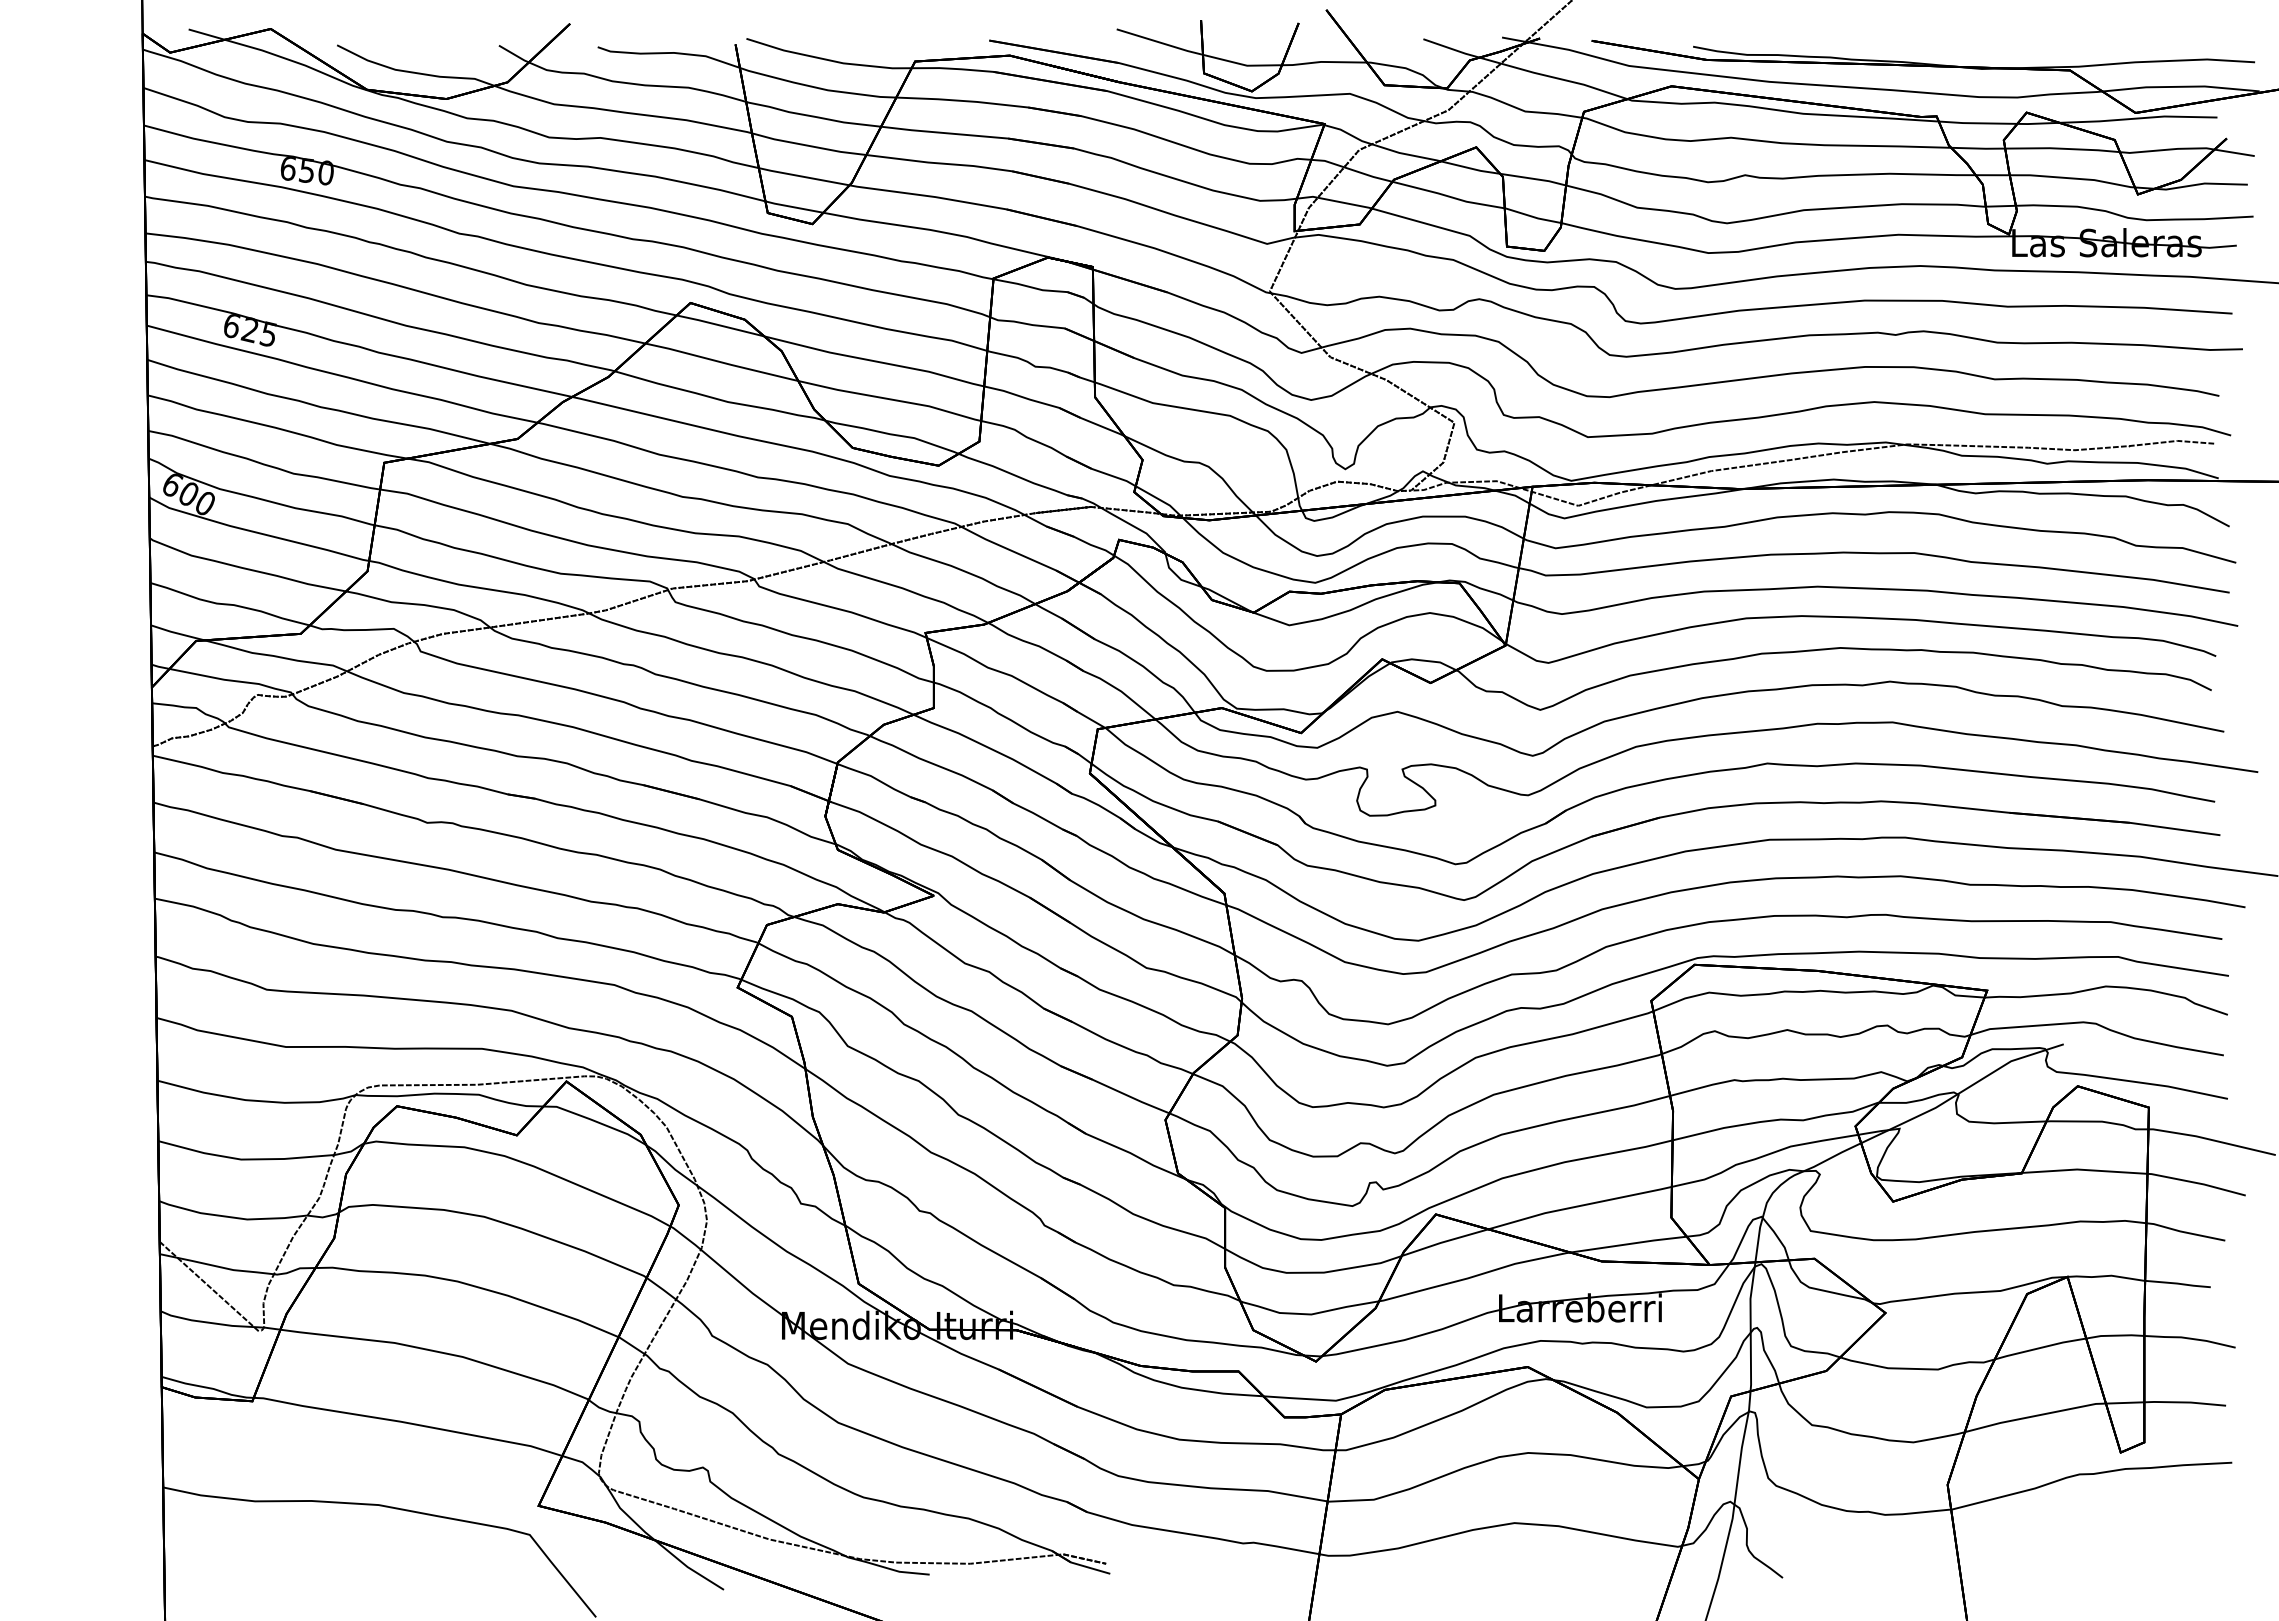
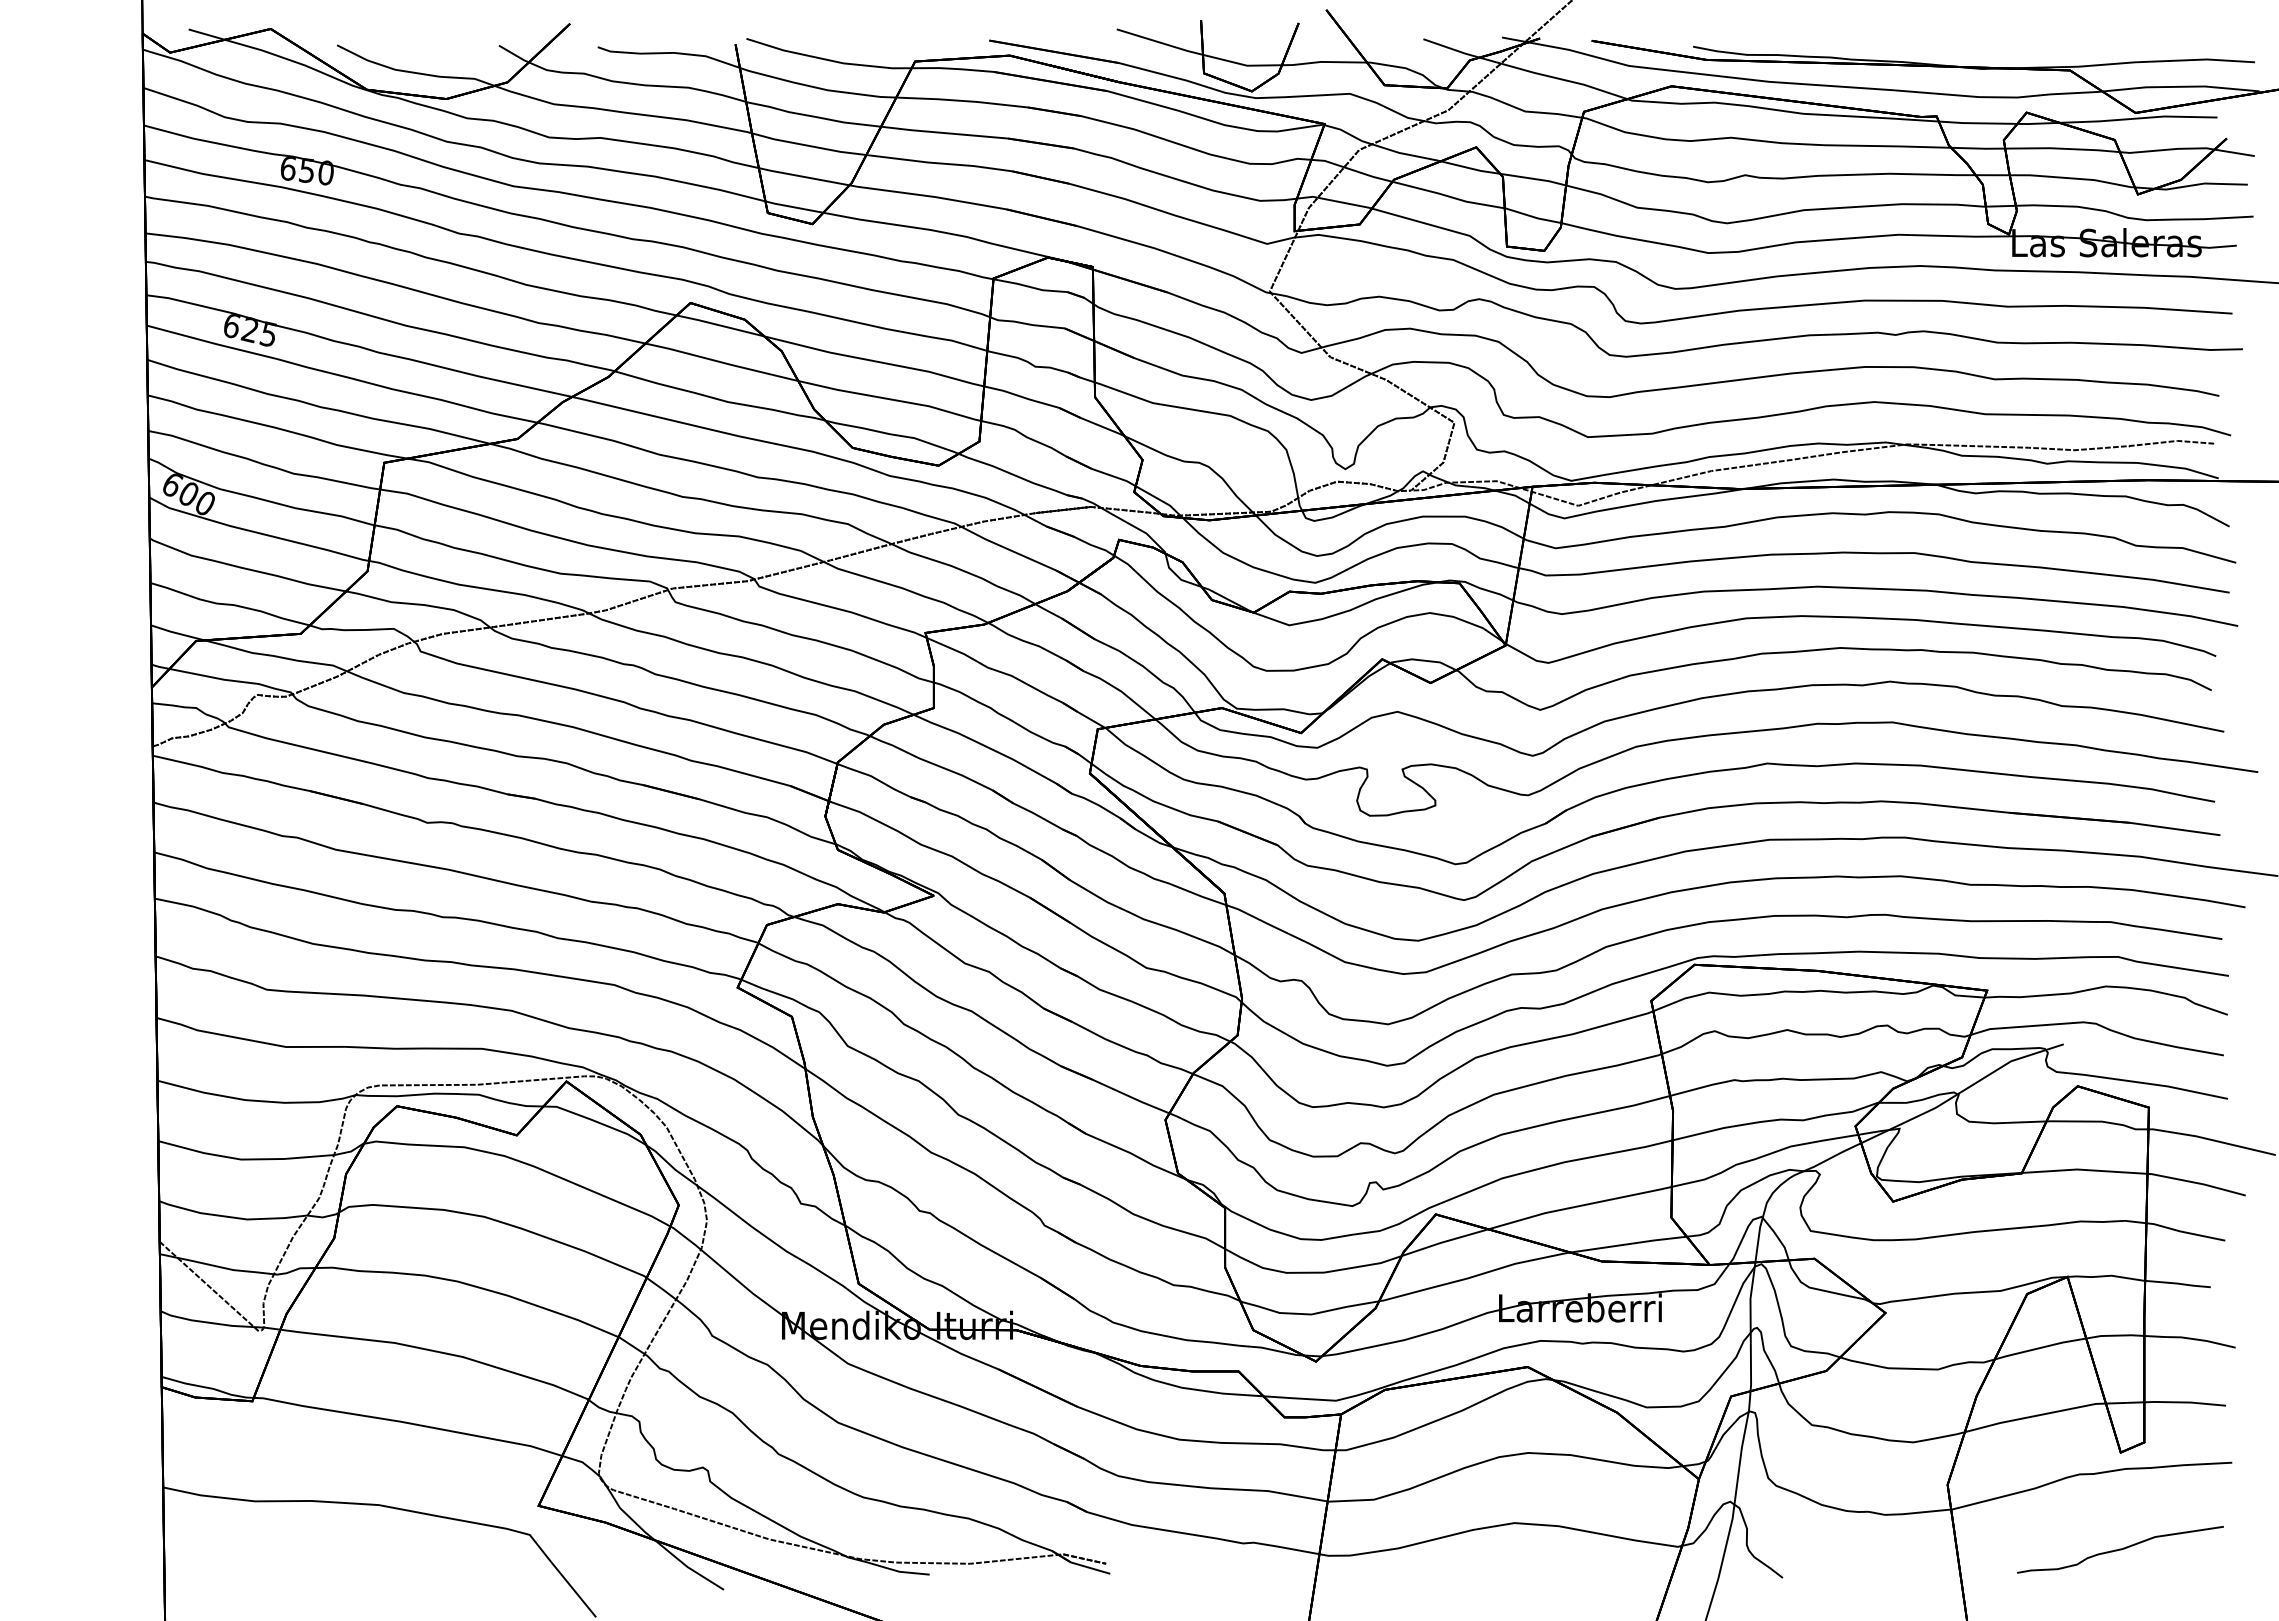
curve at (2120, 1549): none -> present
